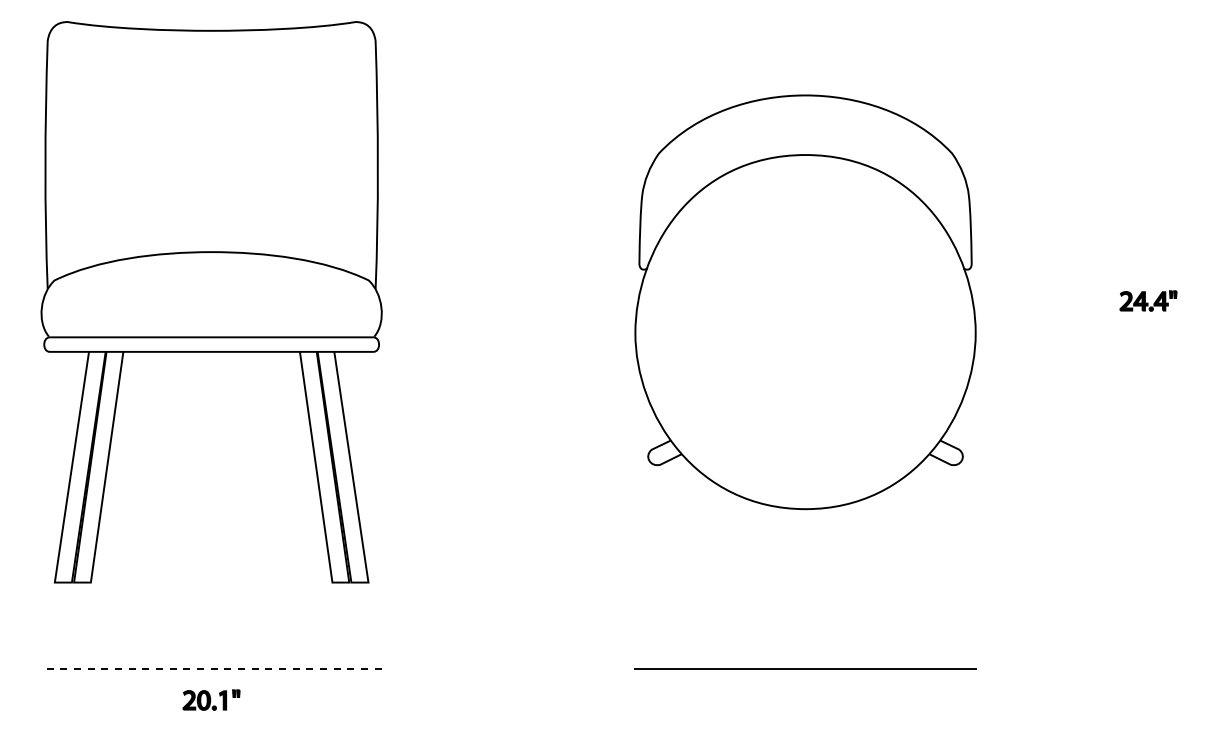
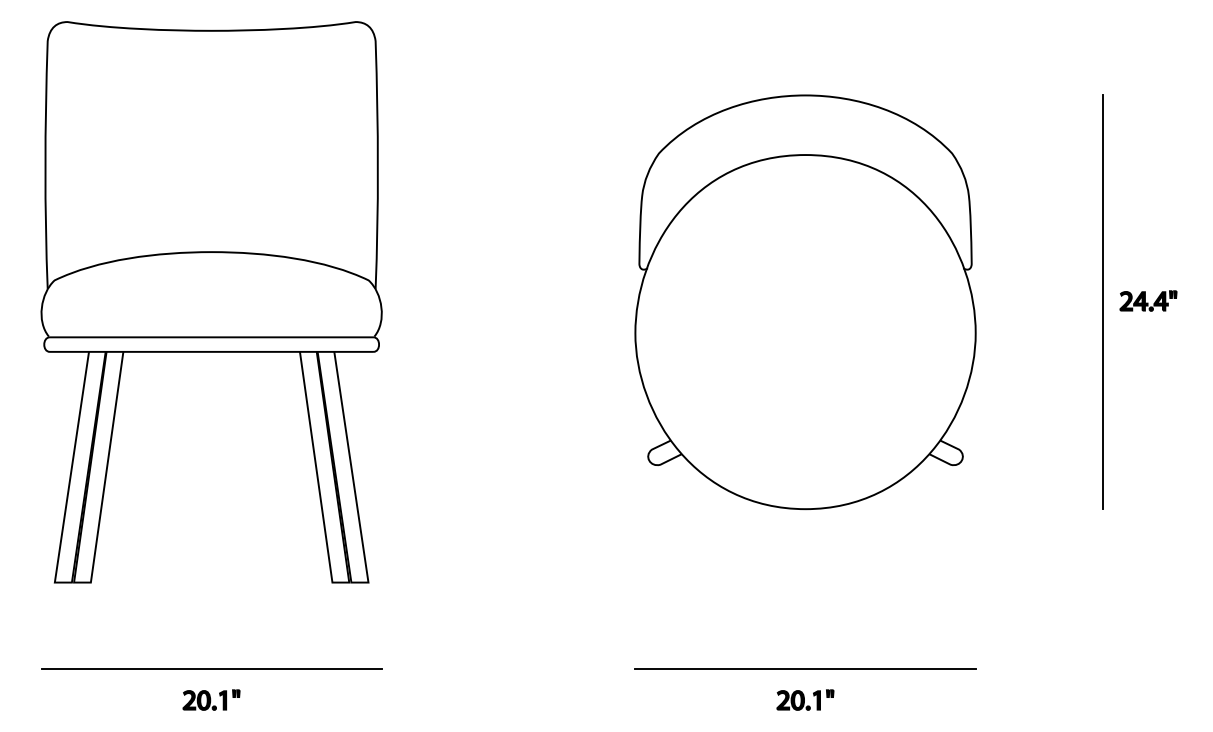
line at (1102, 302): none -> present
line at (211, 669): dashed -> solid
part at (805, 699): none -> present
